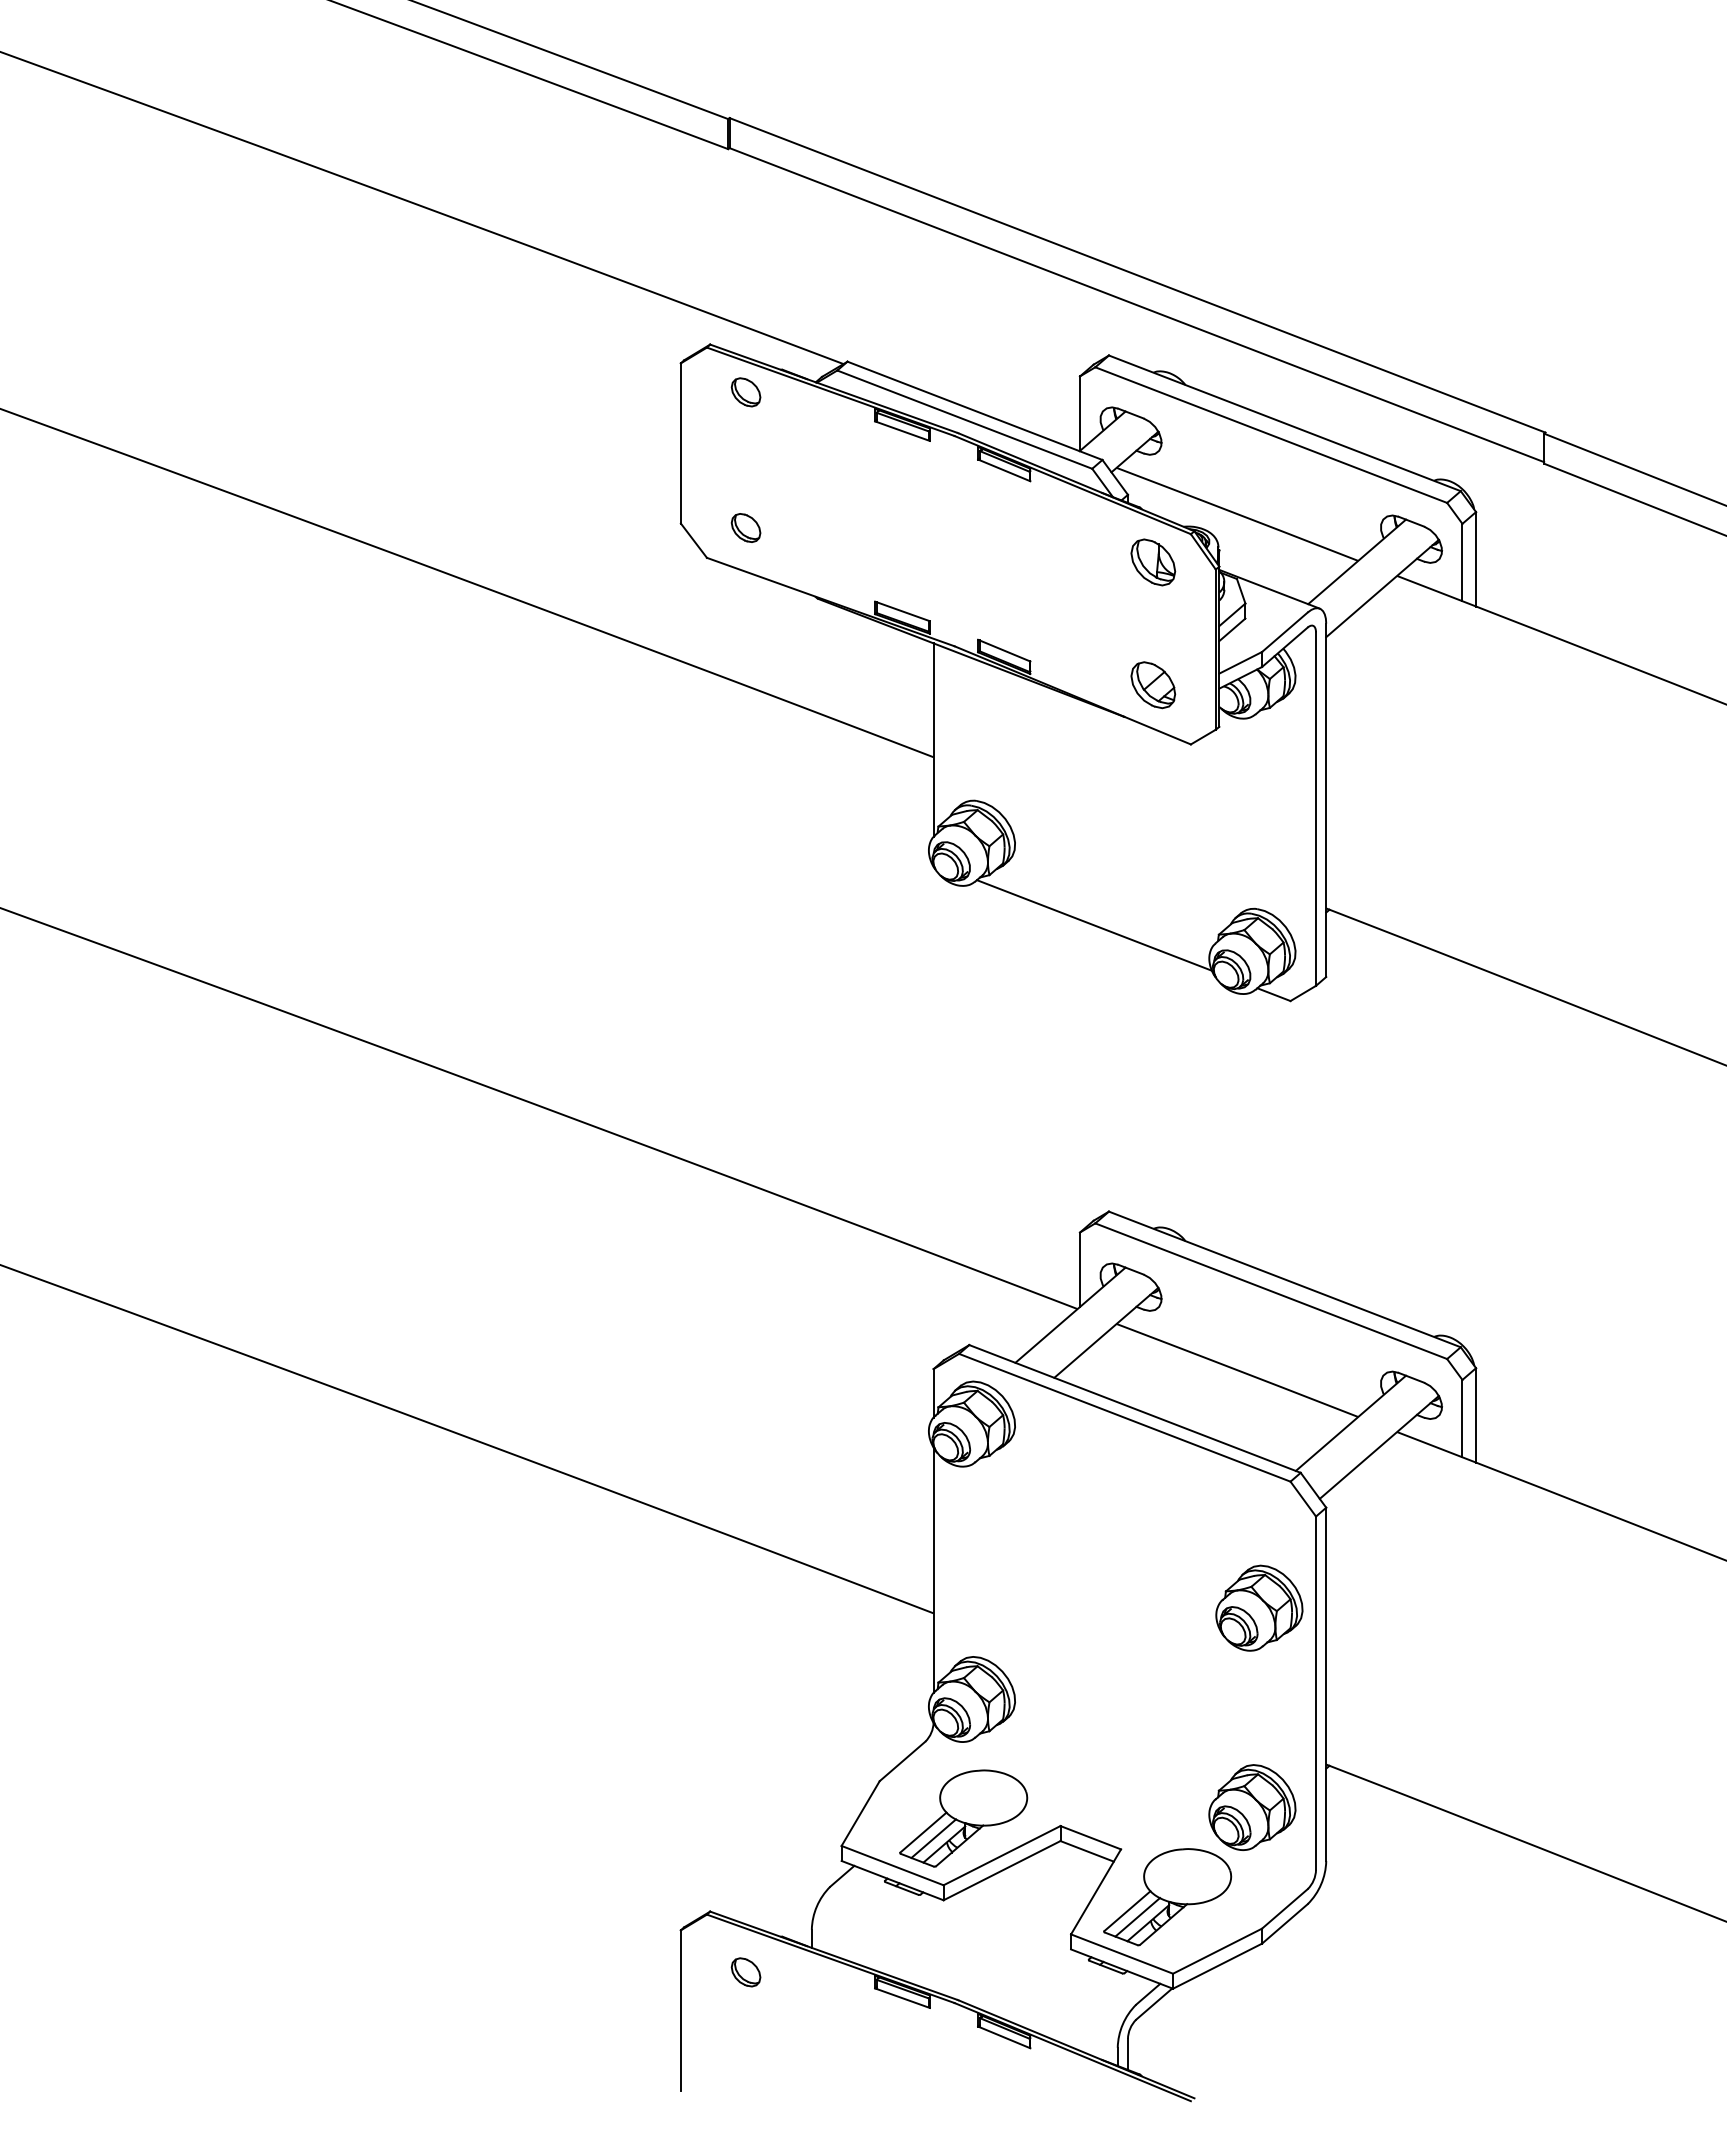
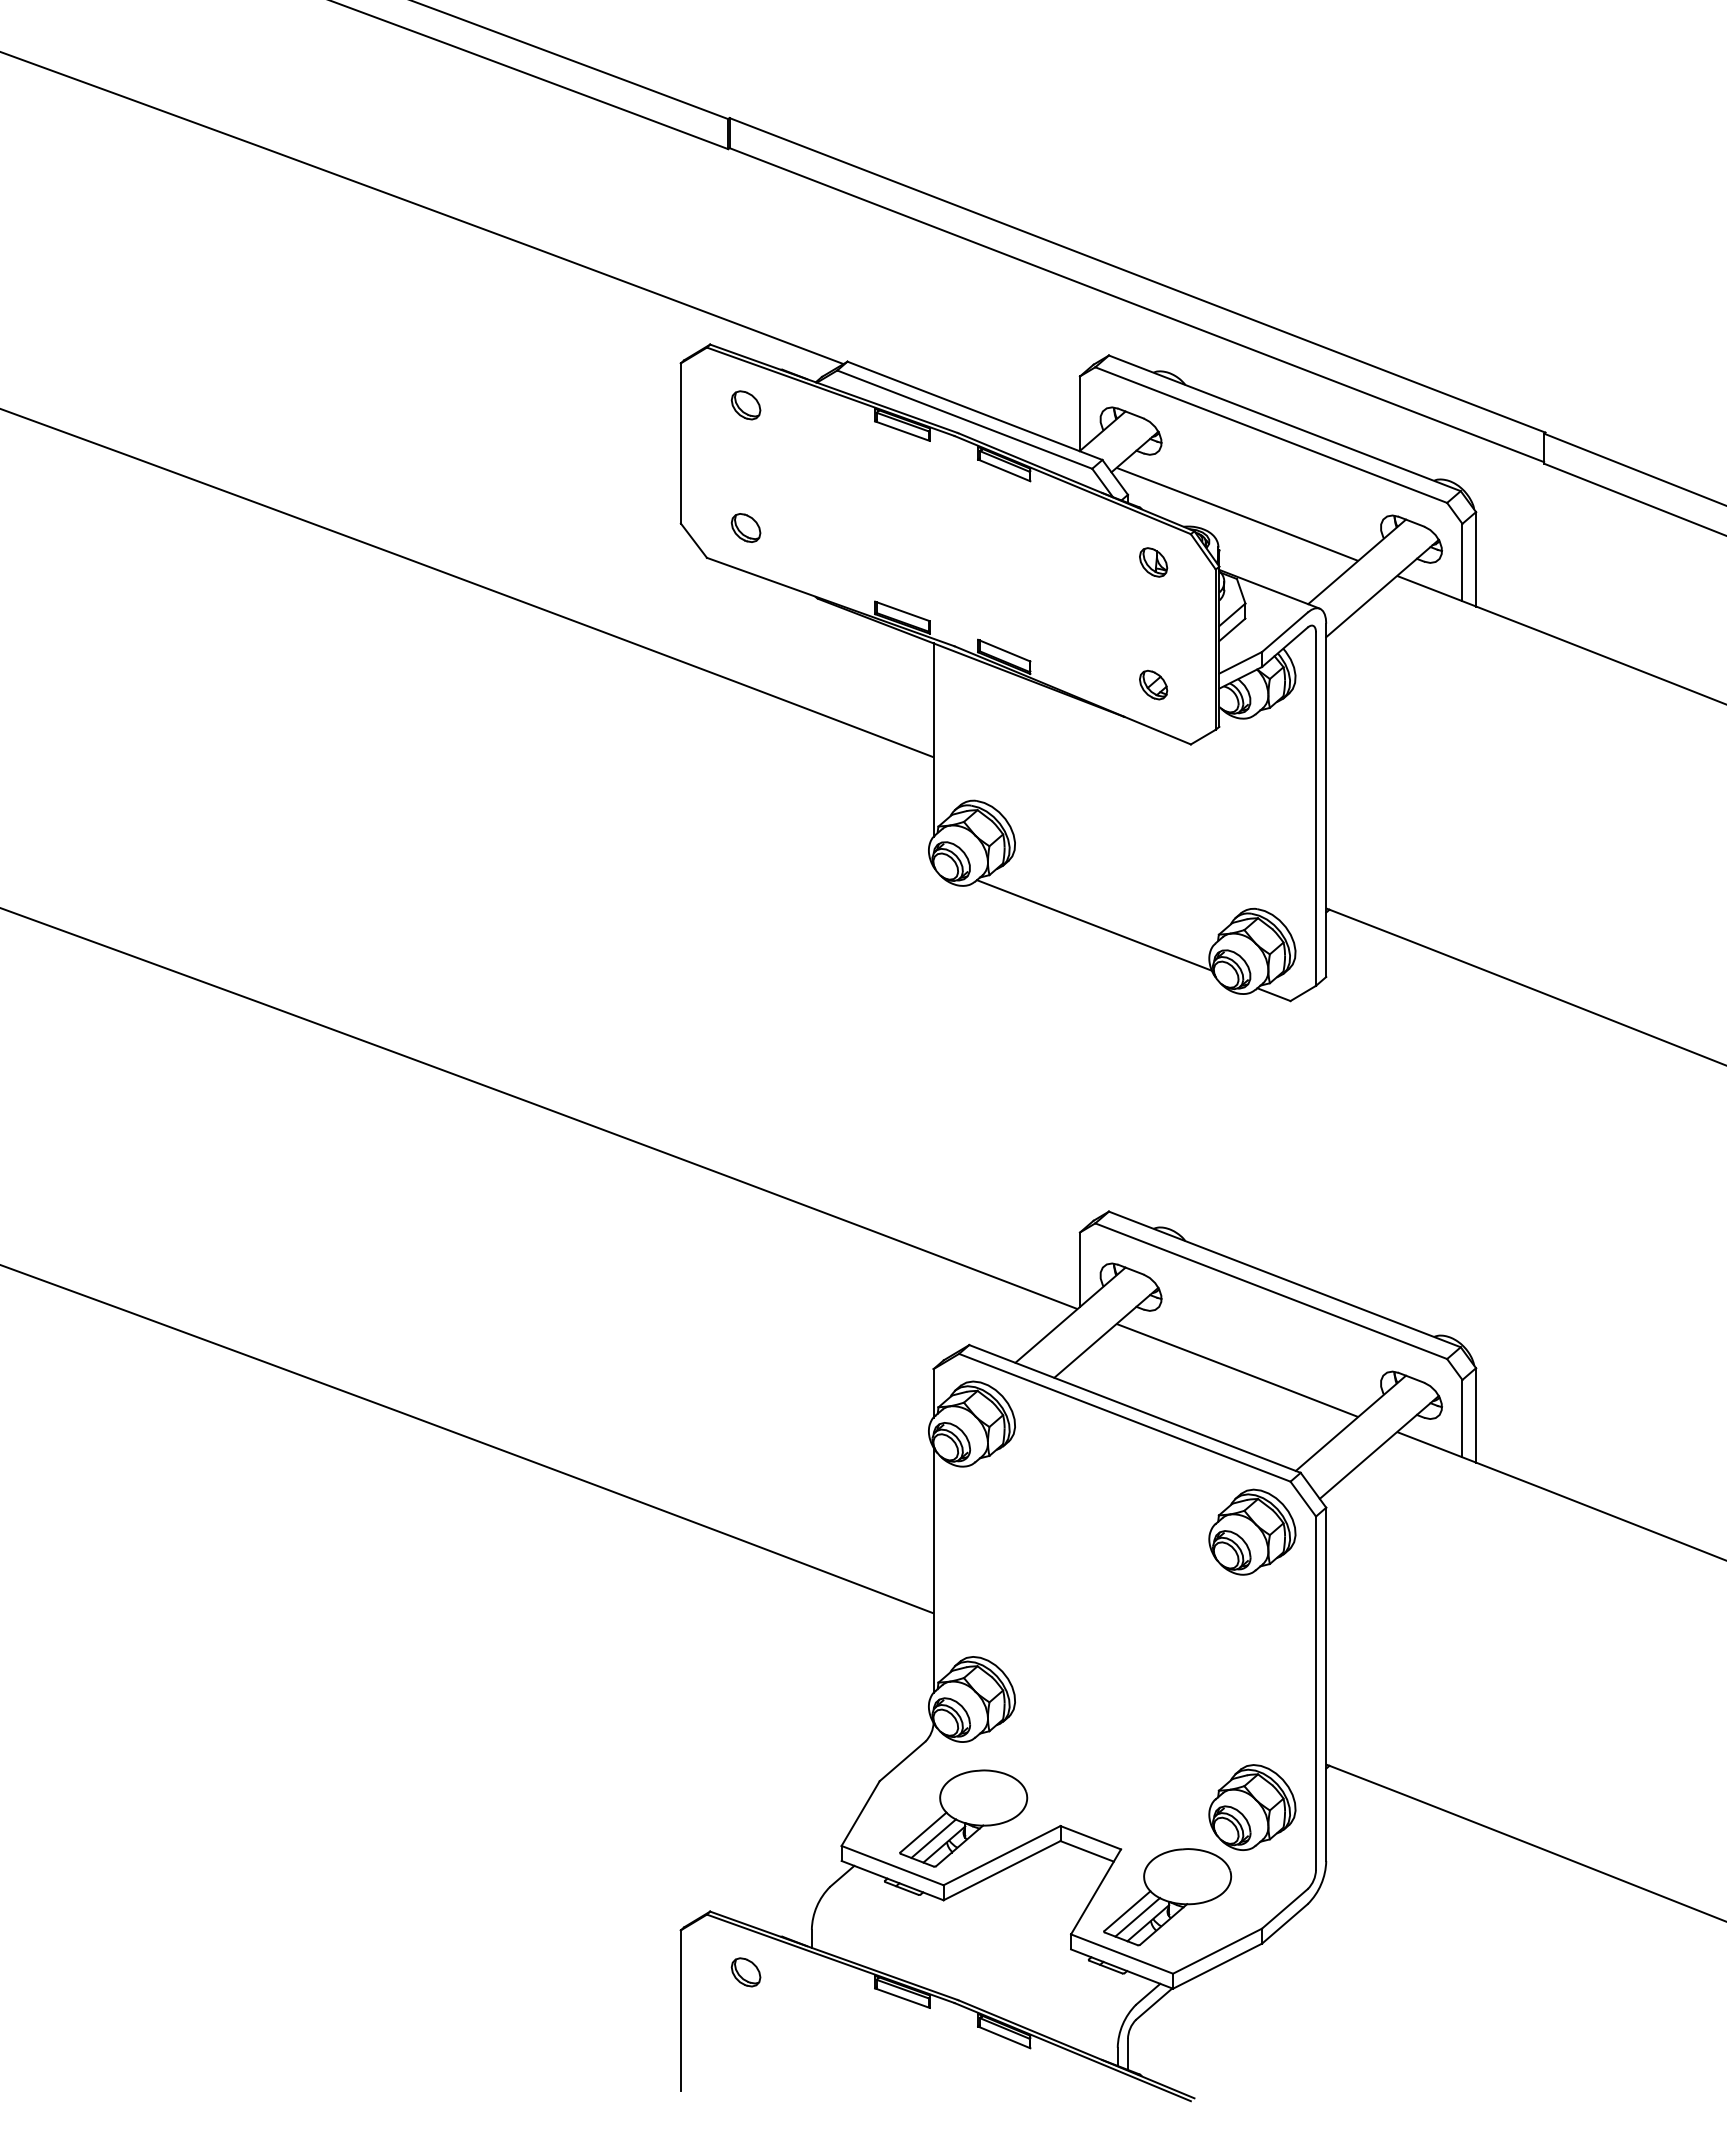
part at (745, 392) position: (745, 392) -> (745, 405)
part at (1153, 562) size: 47x49 px -> 30x31 px
part at (1153, 685) size: 47x49 px -> 30x32 px
part at (1259, 1607) position: (1259, 1607) -> (1252, 1531)
